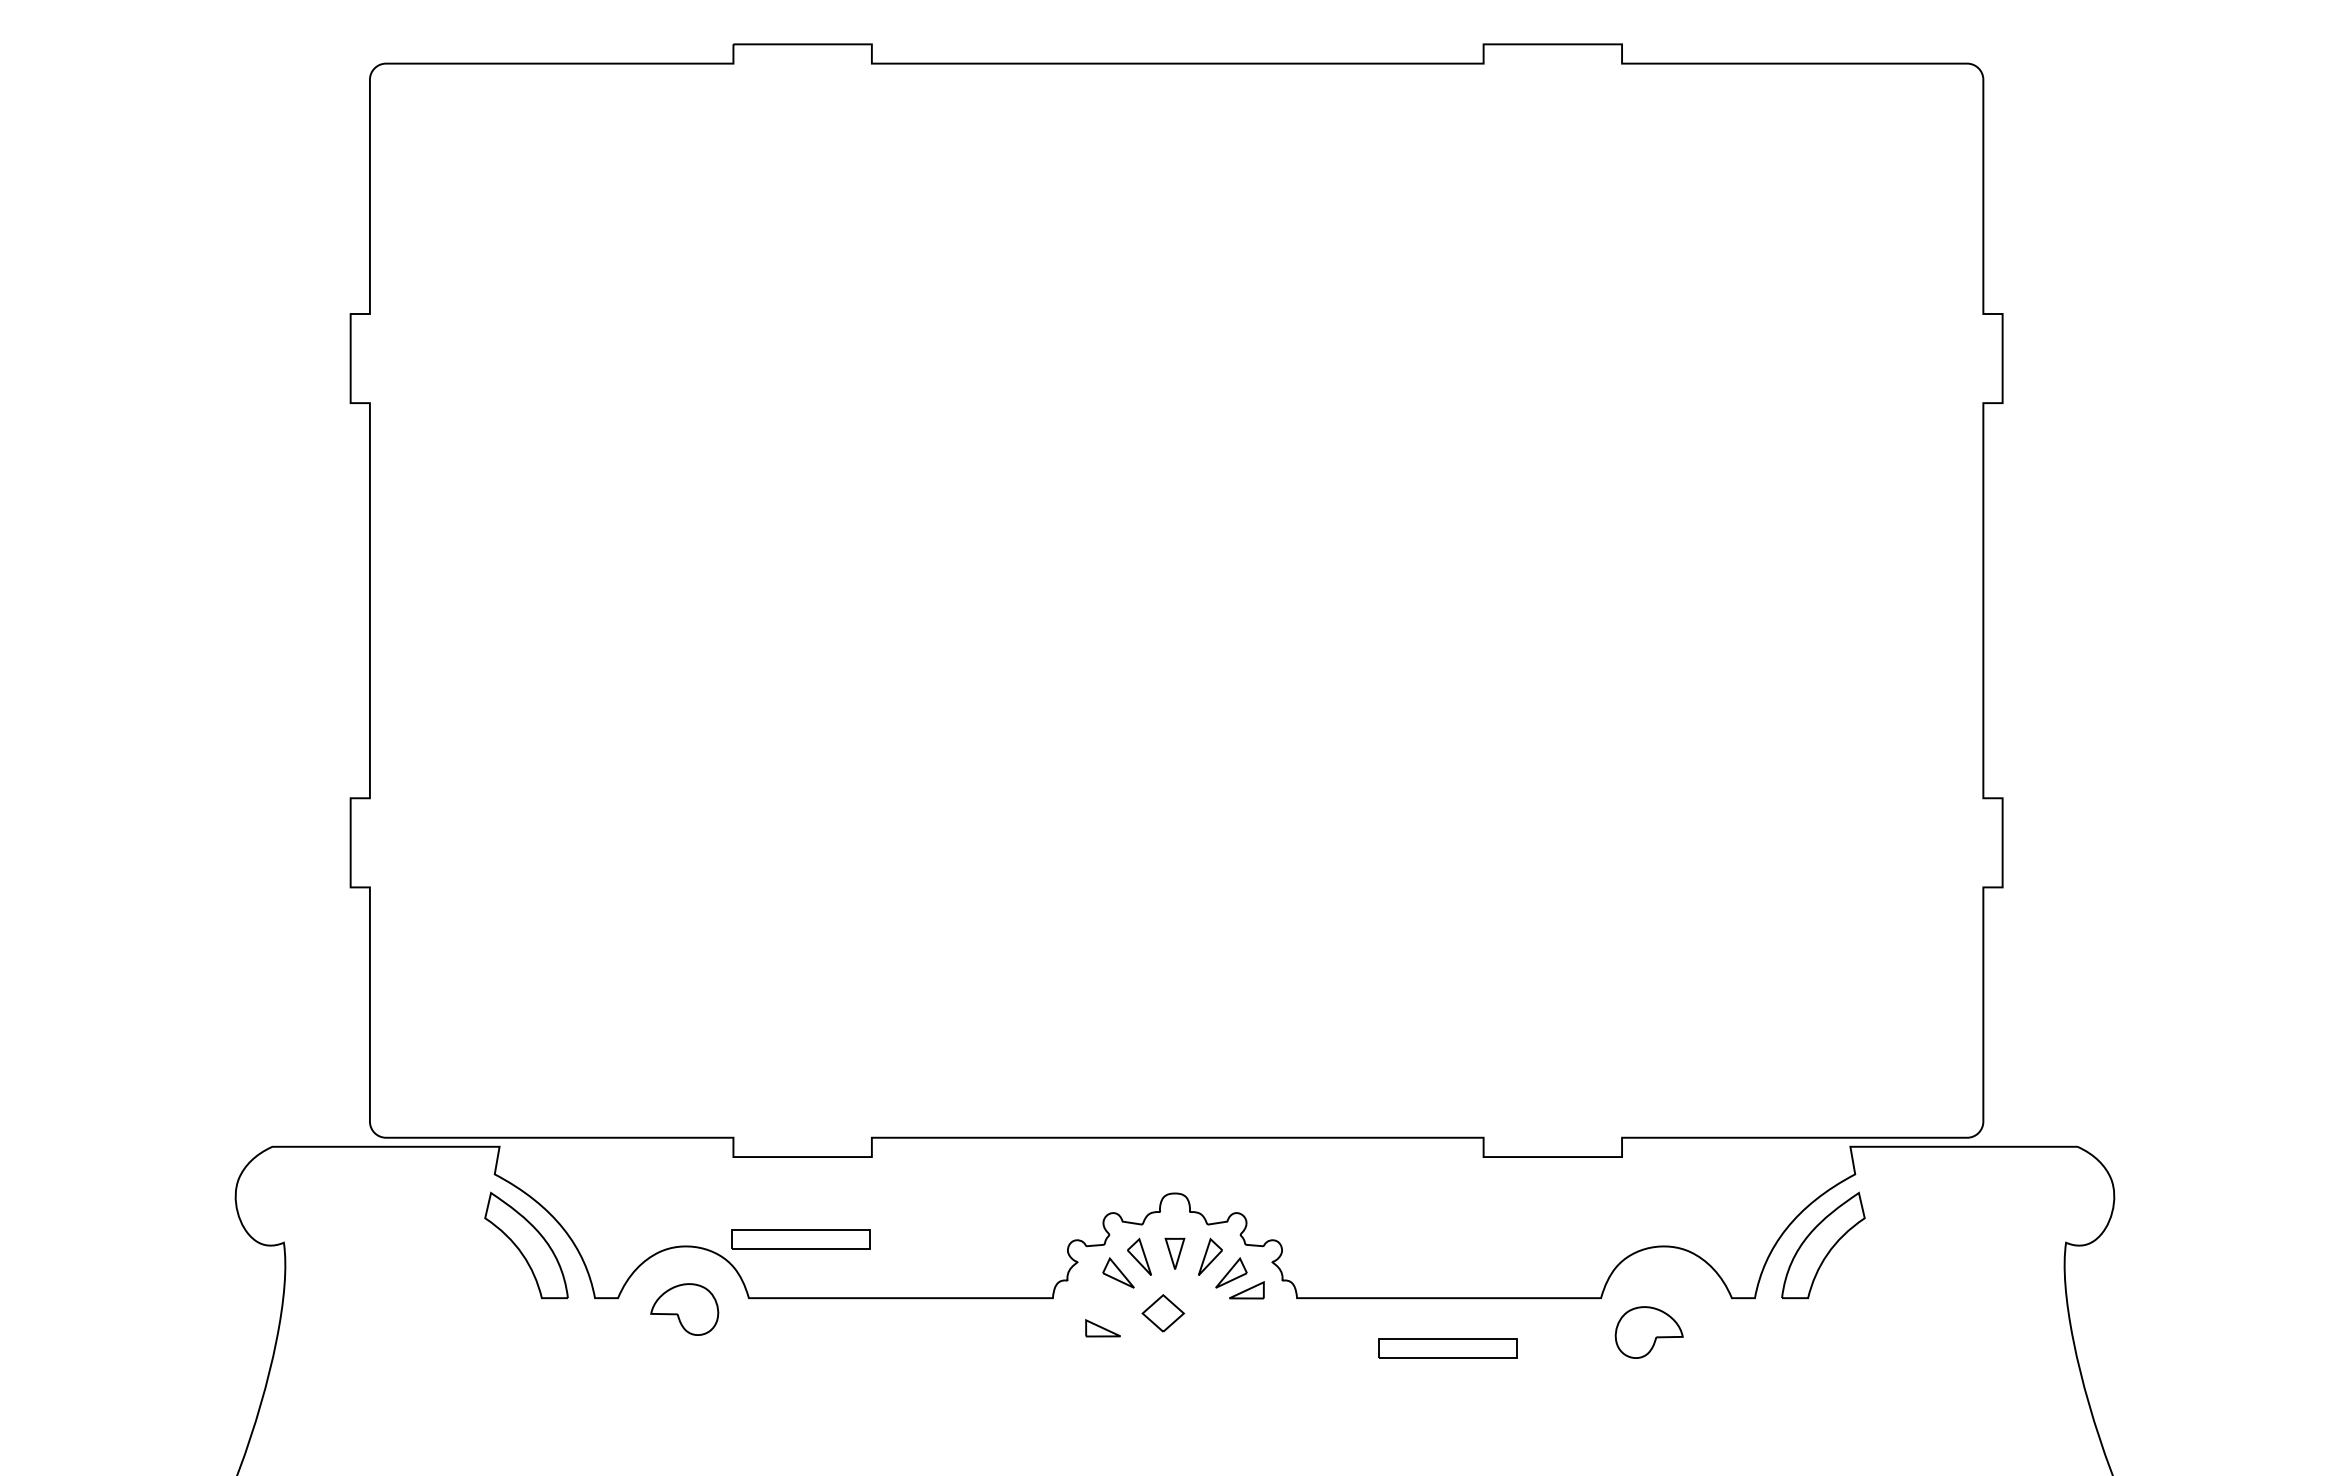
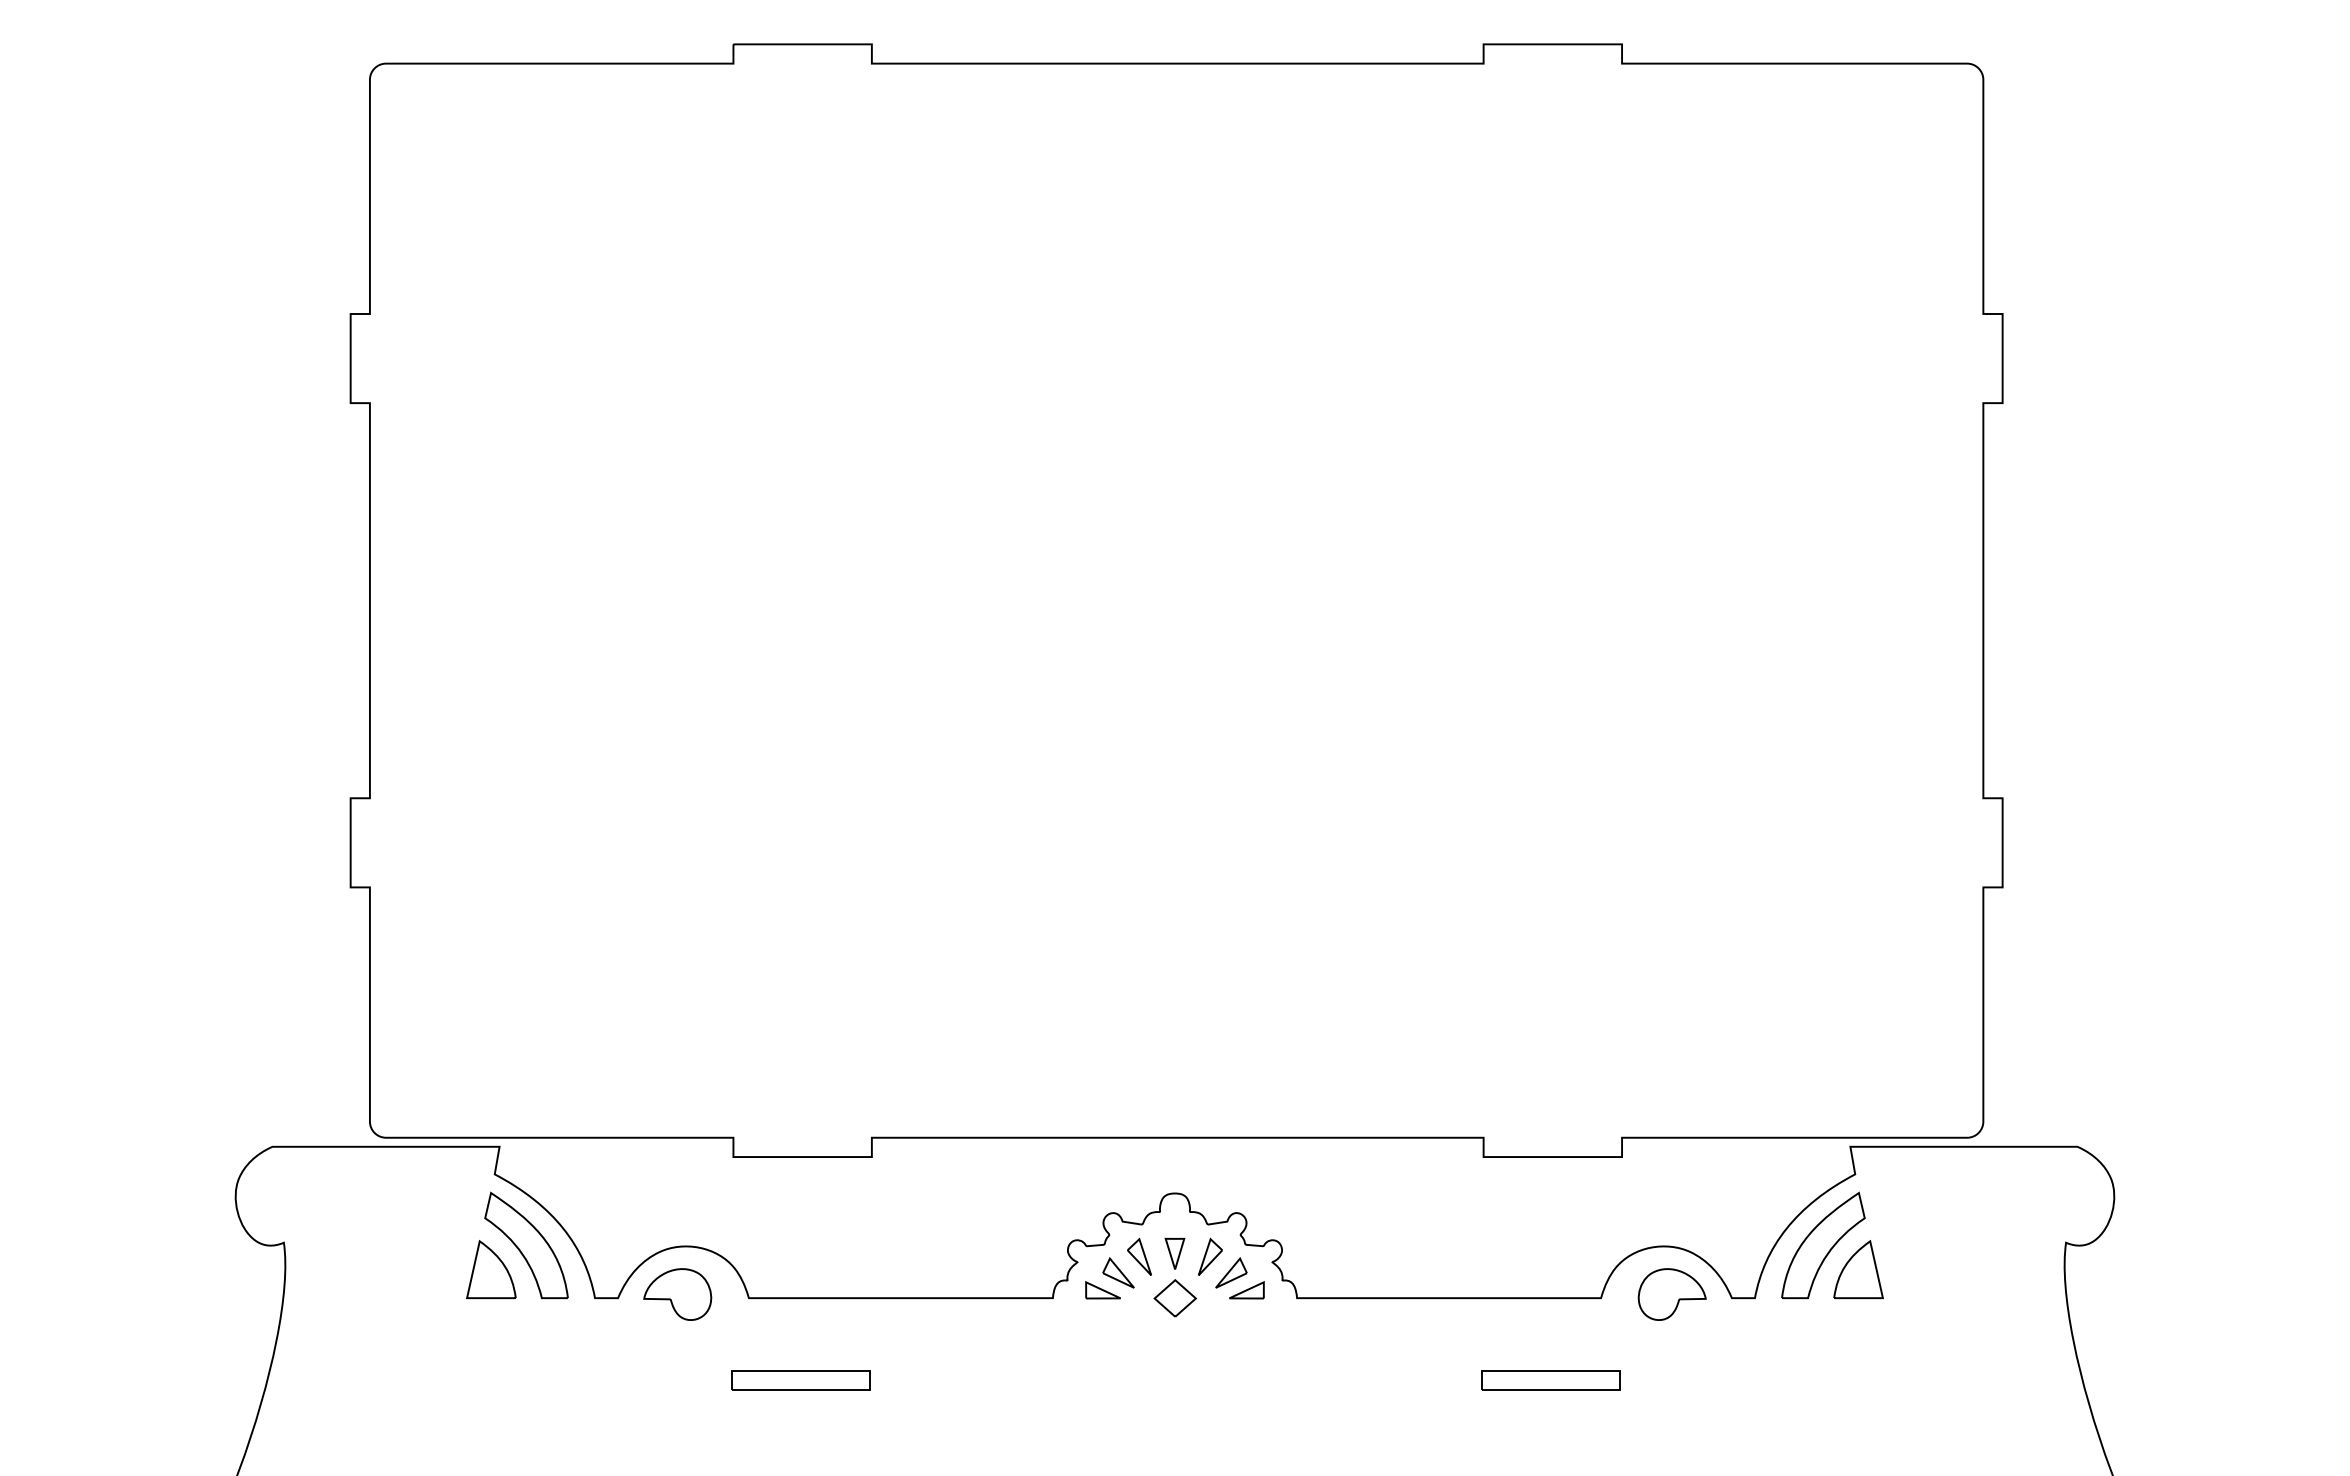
part at (800, 1239) position: (800, 1239) -> (800, 1380)
part at (491, 1269): none -> present
part at (1858, 1269): none -> present
part at (684, 1309) position: (684, 1309) -> (677, 1294)
part at (1163, 1313) position: (1163, 1313) -> (1175, 1298)
part at (1102, 1328) position: (1102, 1328) -> (1102, 1290)
part at (1648, 1332) position: (1648, 1332) -> (1671, 1294)
part at (1447, 1348) position: (1447, 1348) -> (1550, 1380)
